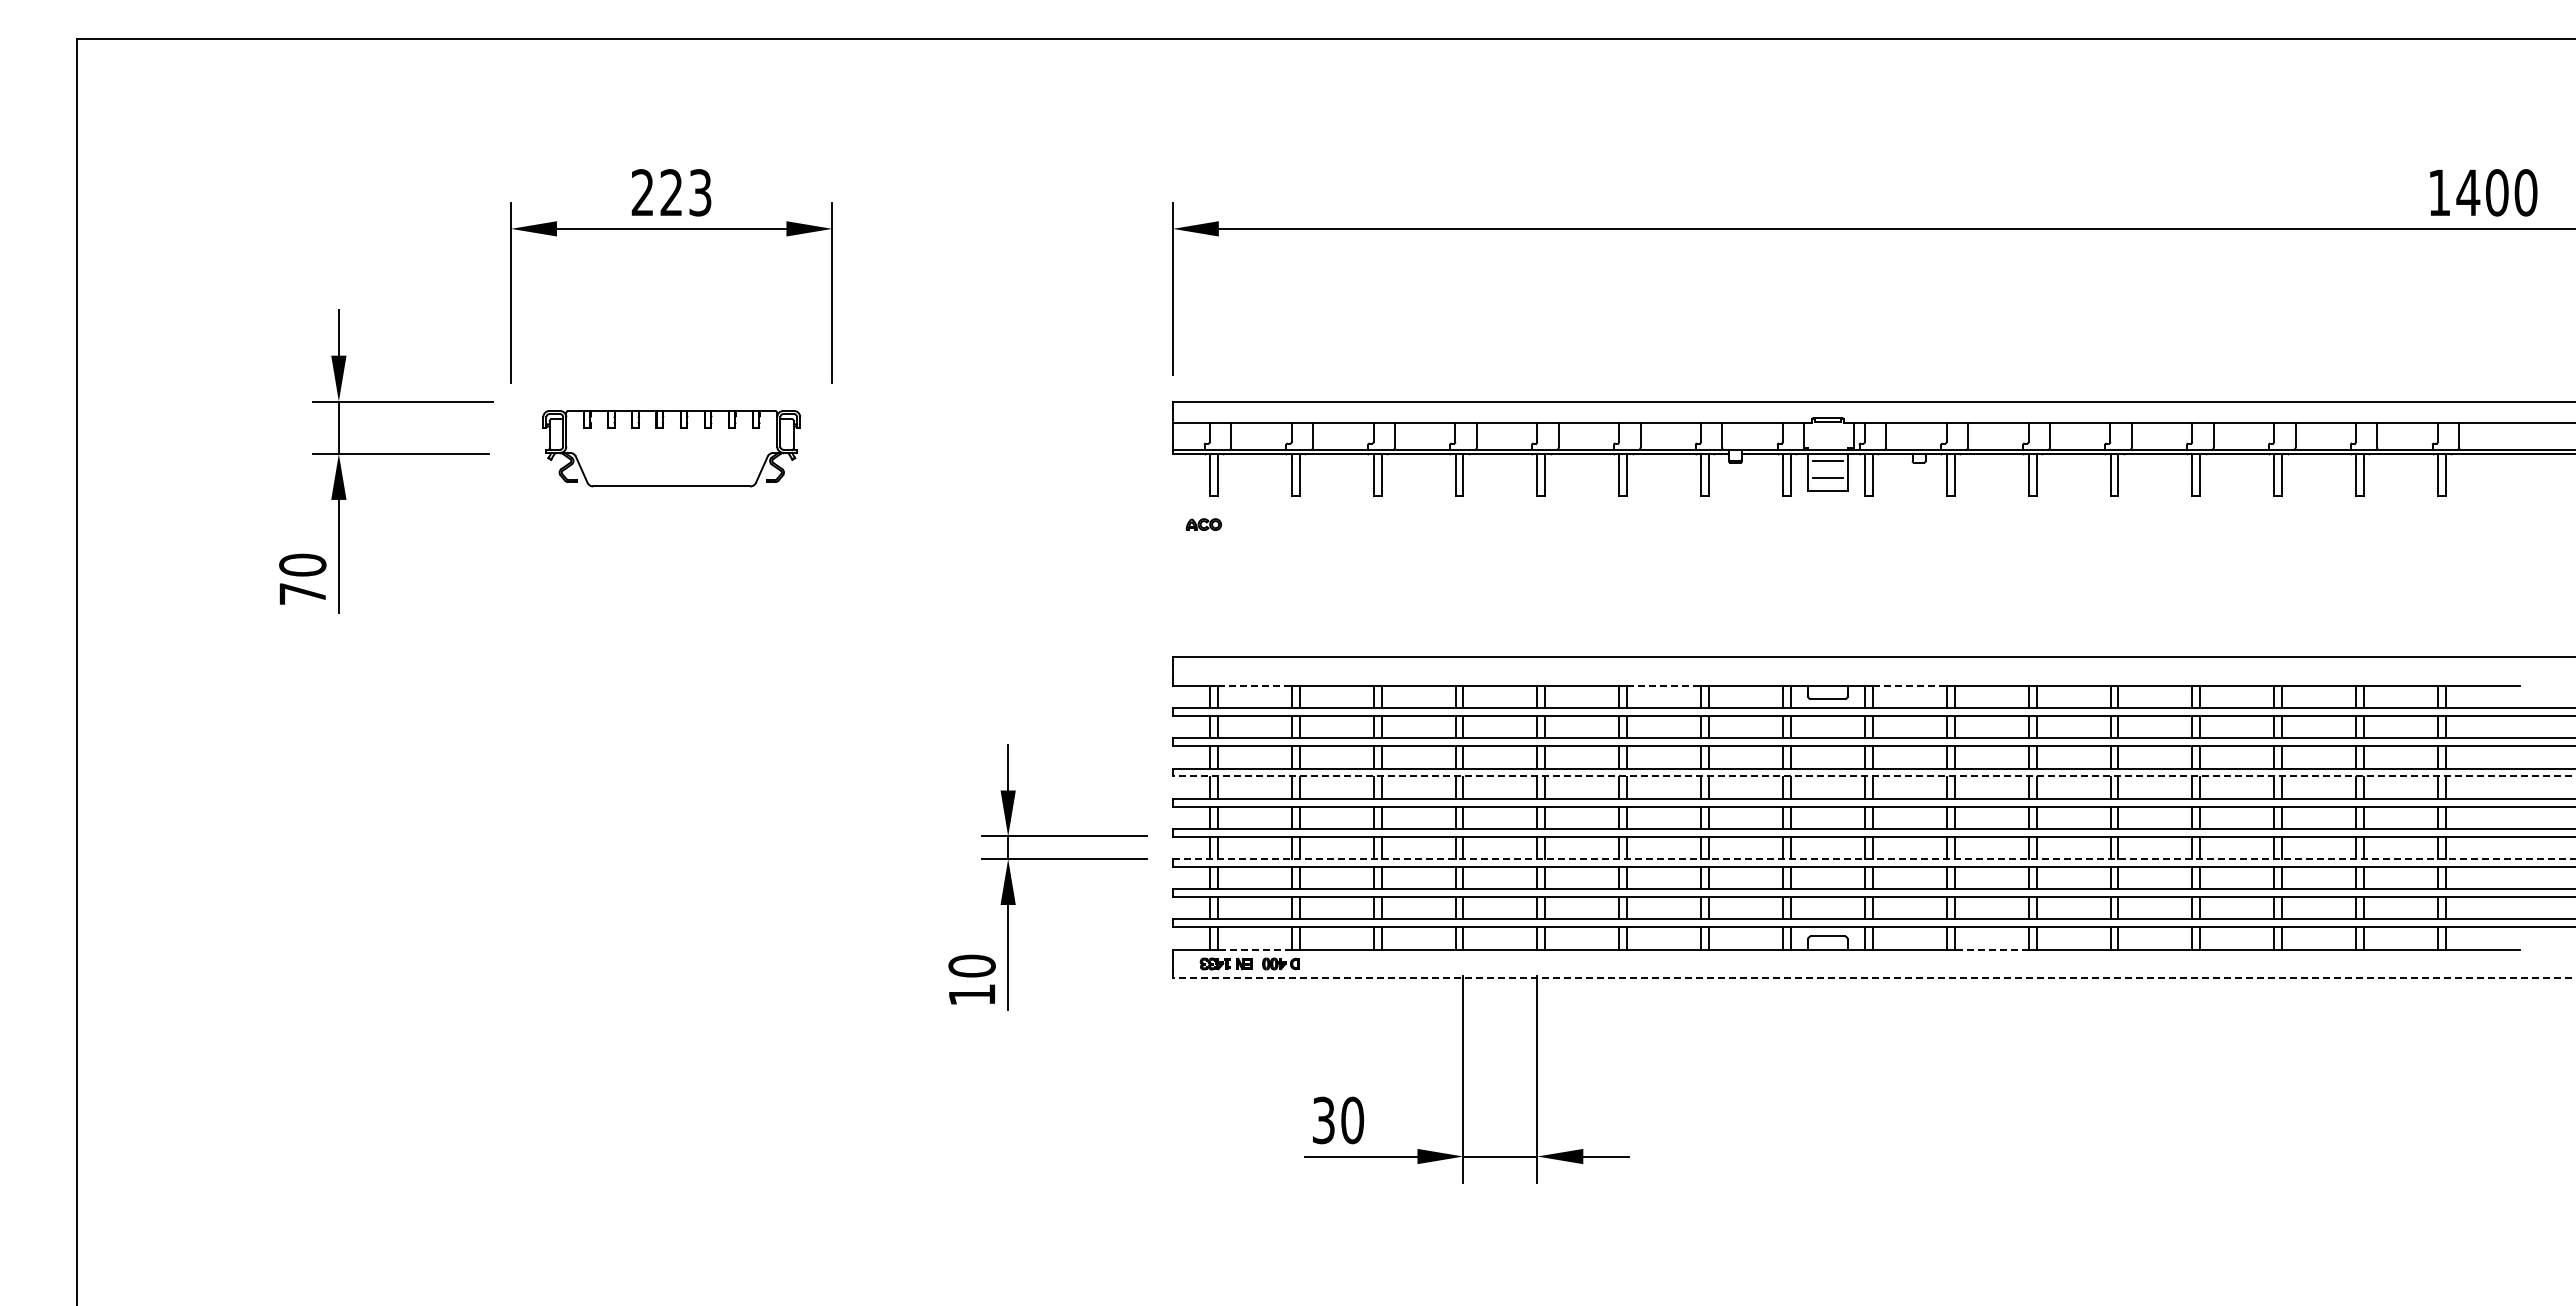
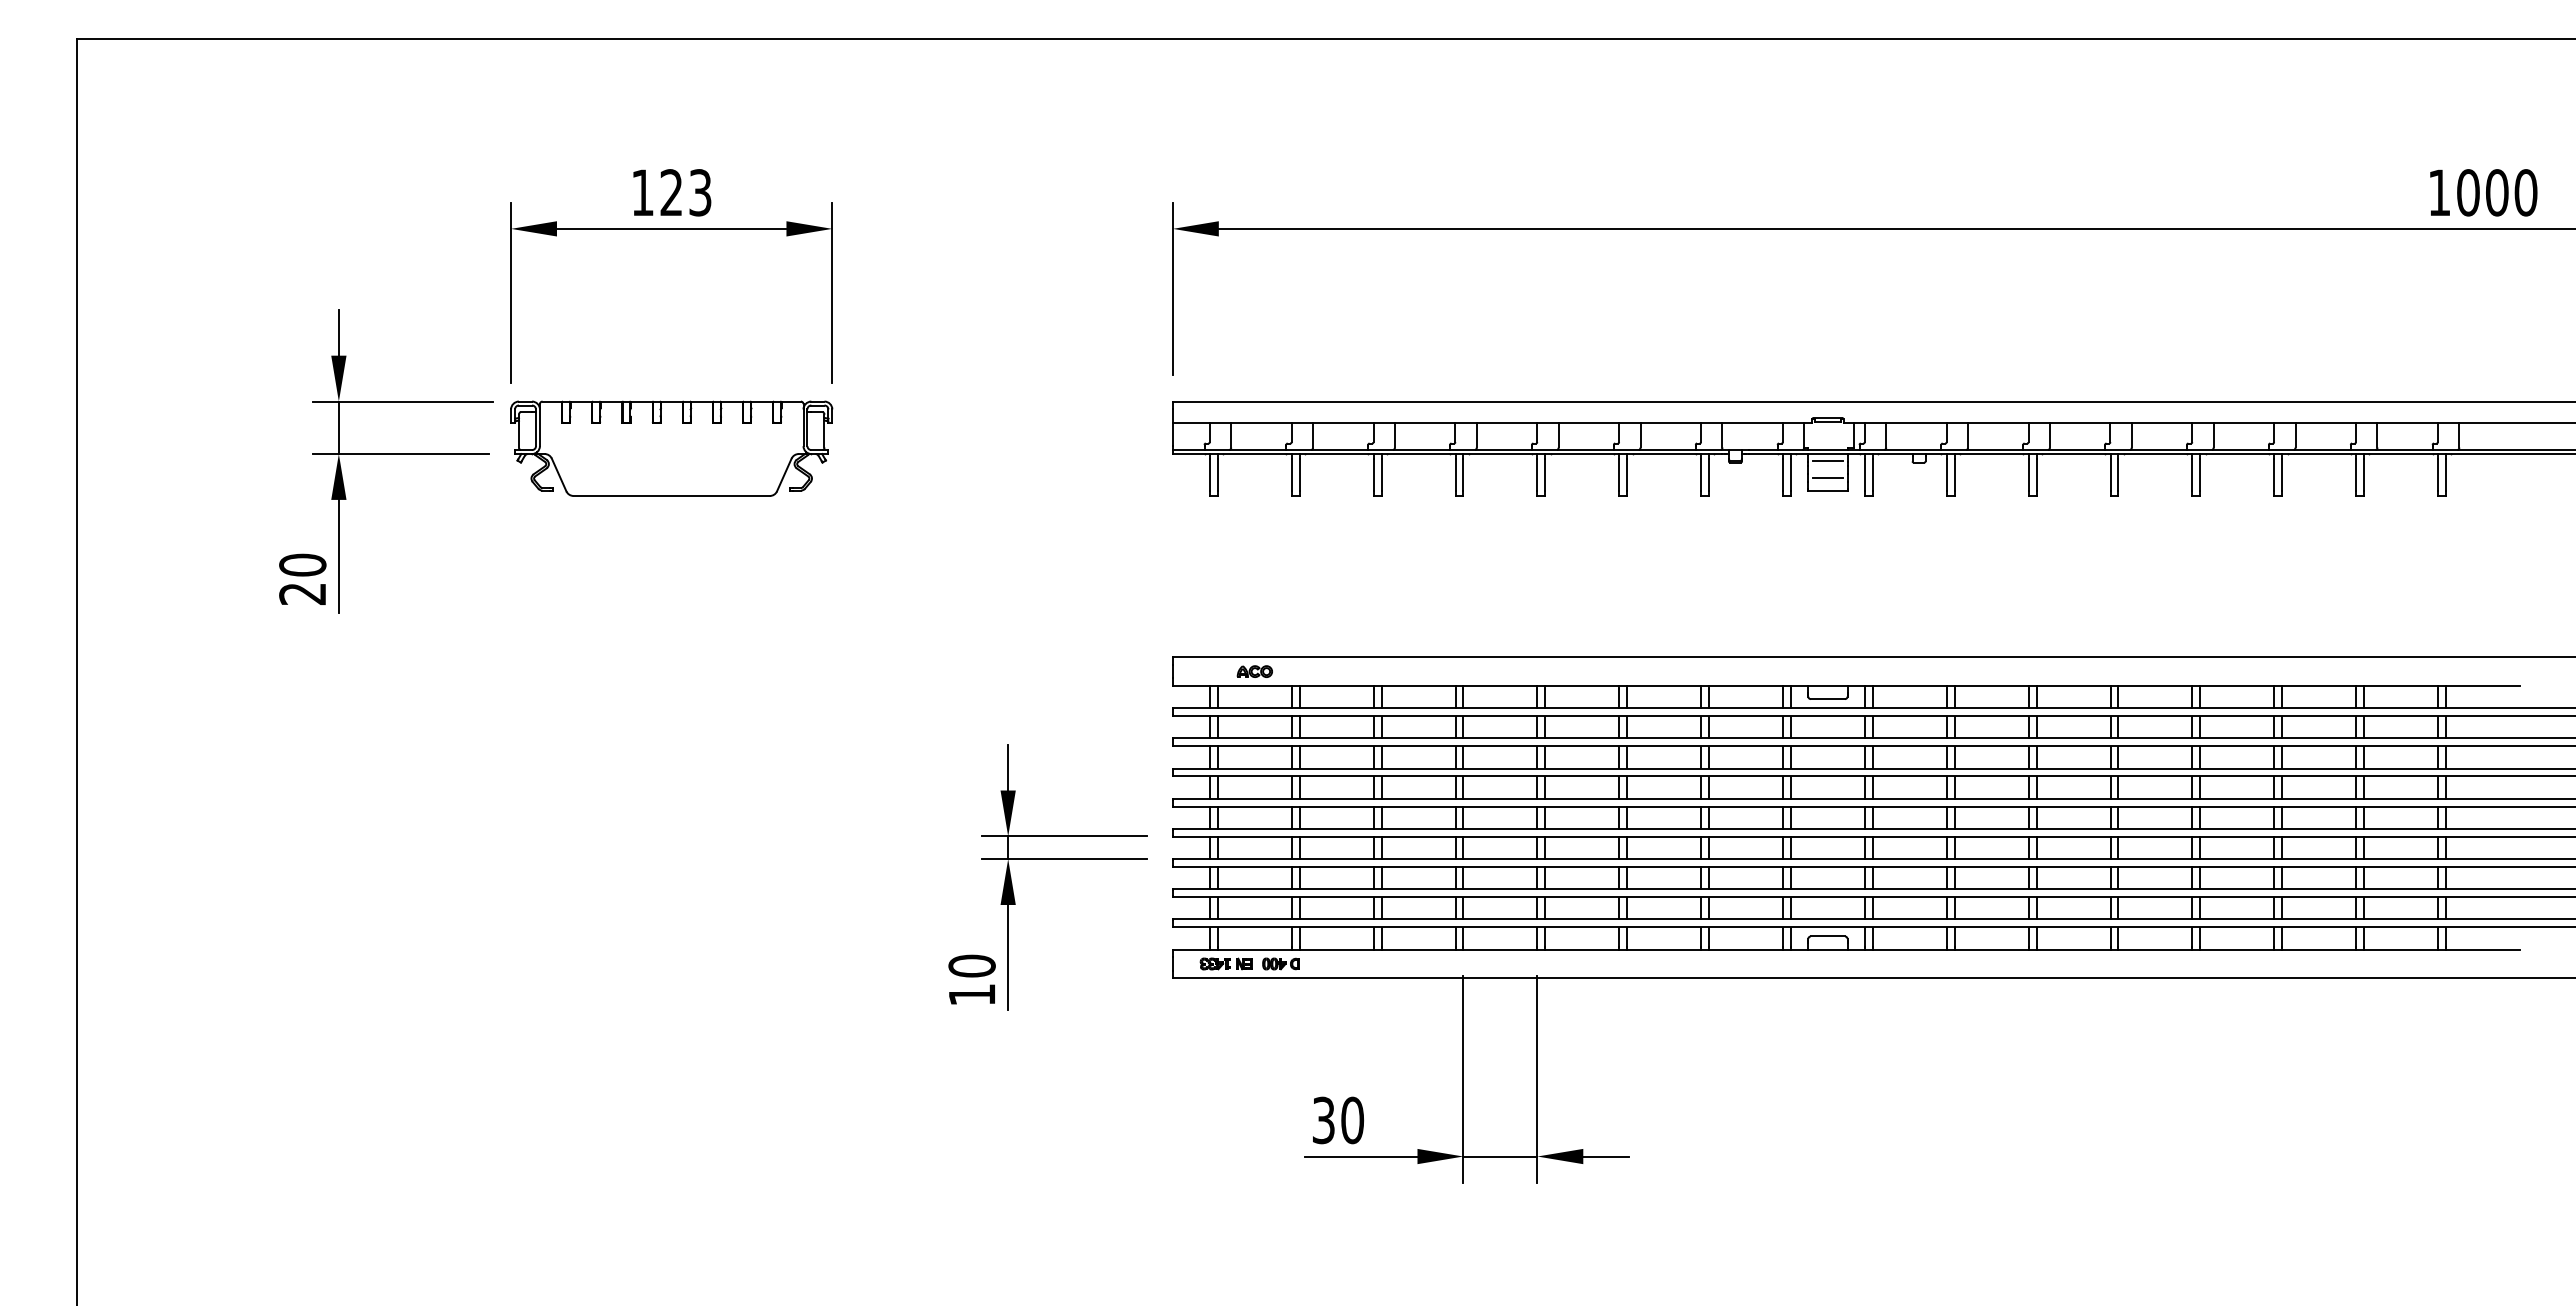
text at (642, 192): 223 -> 123
text at (2468, 192): 1400 -> 1000
part at (671, 448) size: 260x78 px -> 324x97 px
part at (1203, 524) position: (1203, 524) -> (1254, 671)
text at (302, 593): 70 -> 20
line at (1255, 686): dashed -> solid
line at (1664, 686): dashed -> solid
line at (1910, 686): dashed -> solid
line at (1873, 776): dashed -> solid
line at (1874, 859): dashed -> solid
line at (1254, 949): dashed -> solid
line at (1991, 949): dashed -> solid
line at (1873, 978): dashed -> solid
